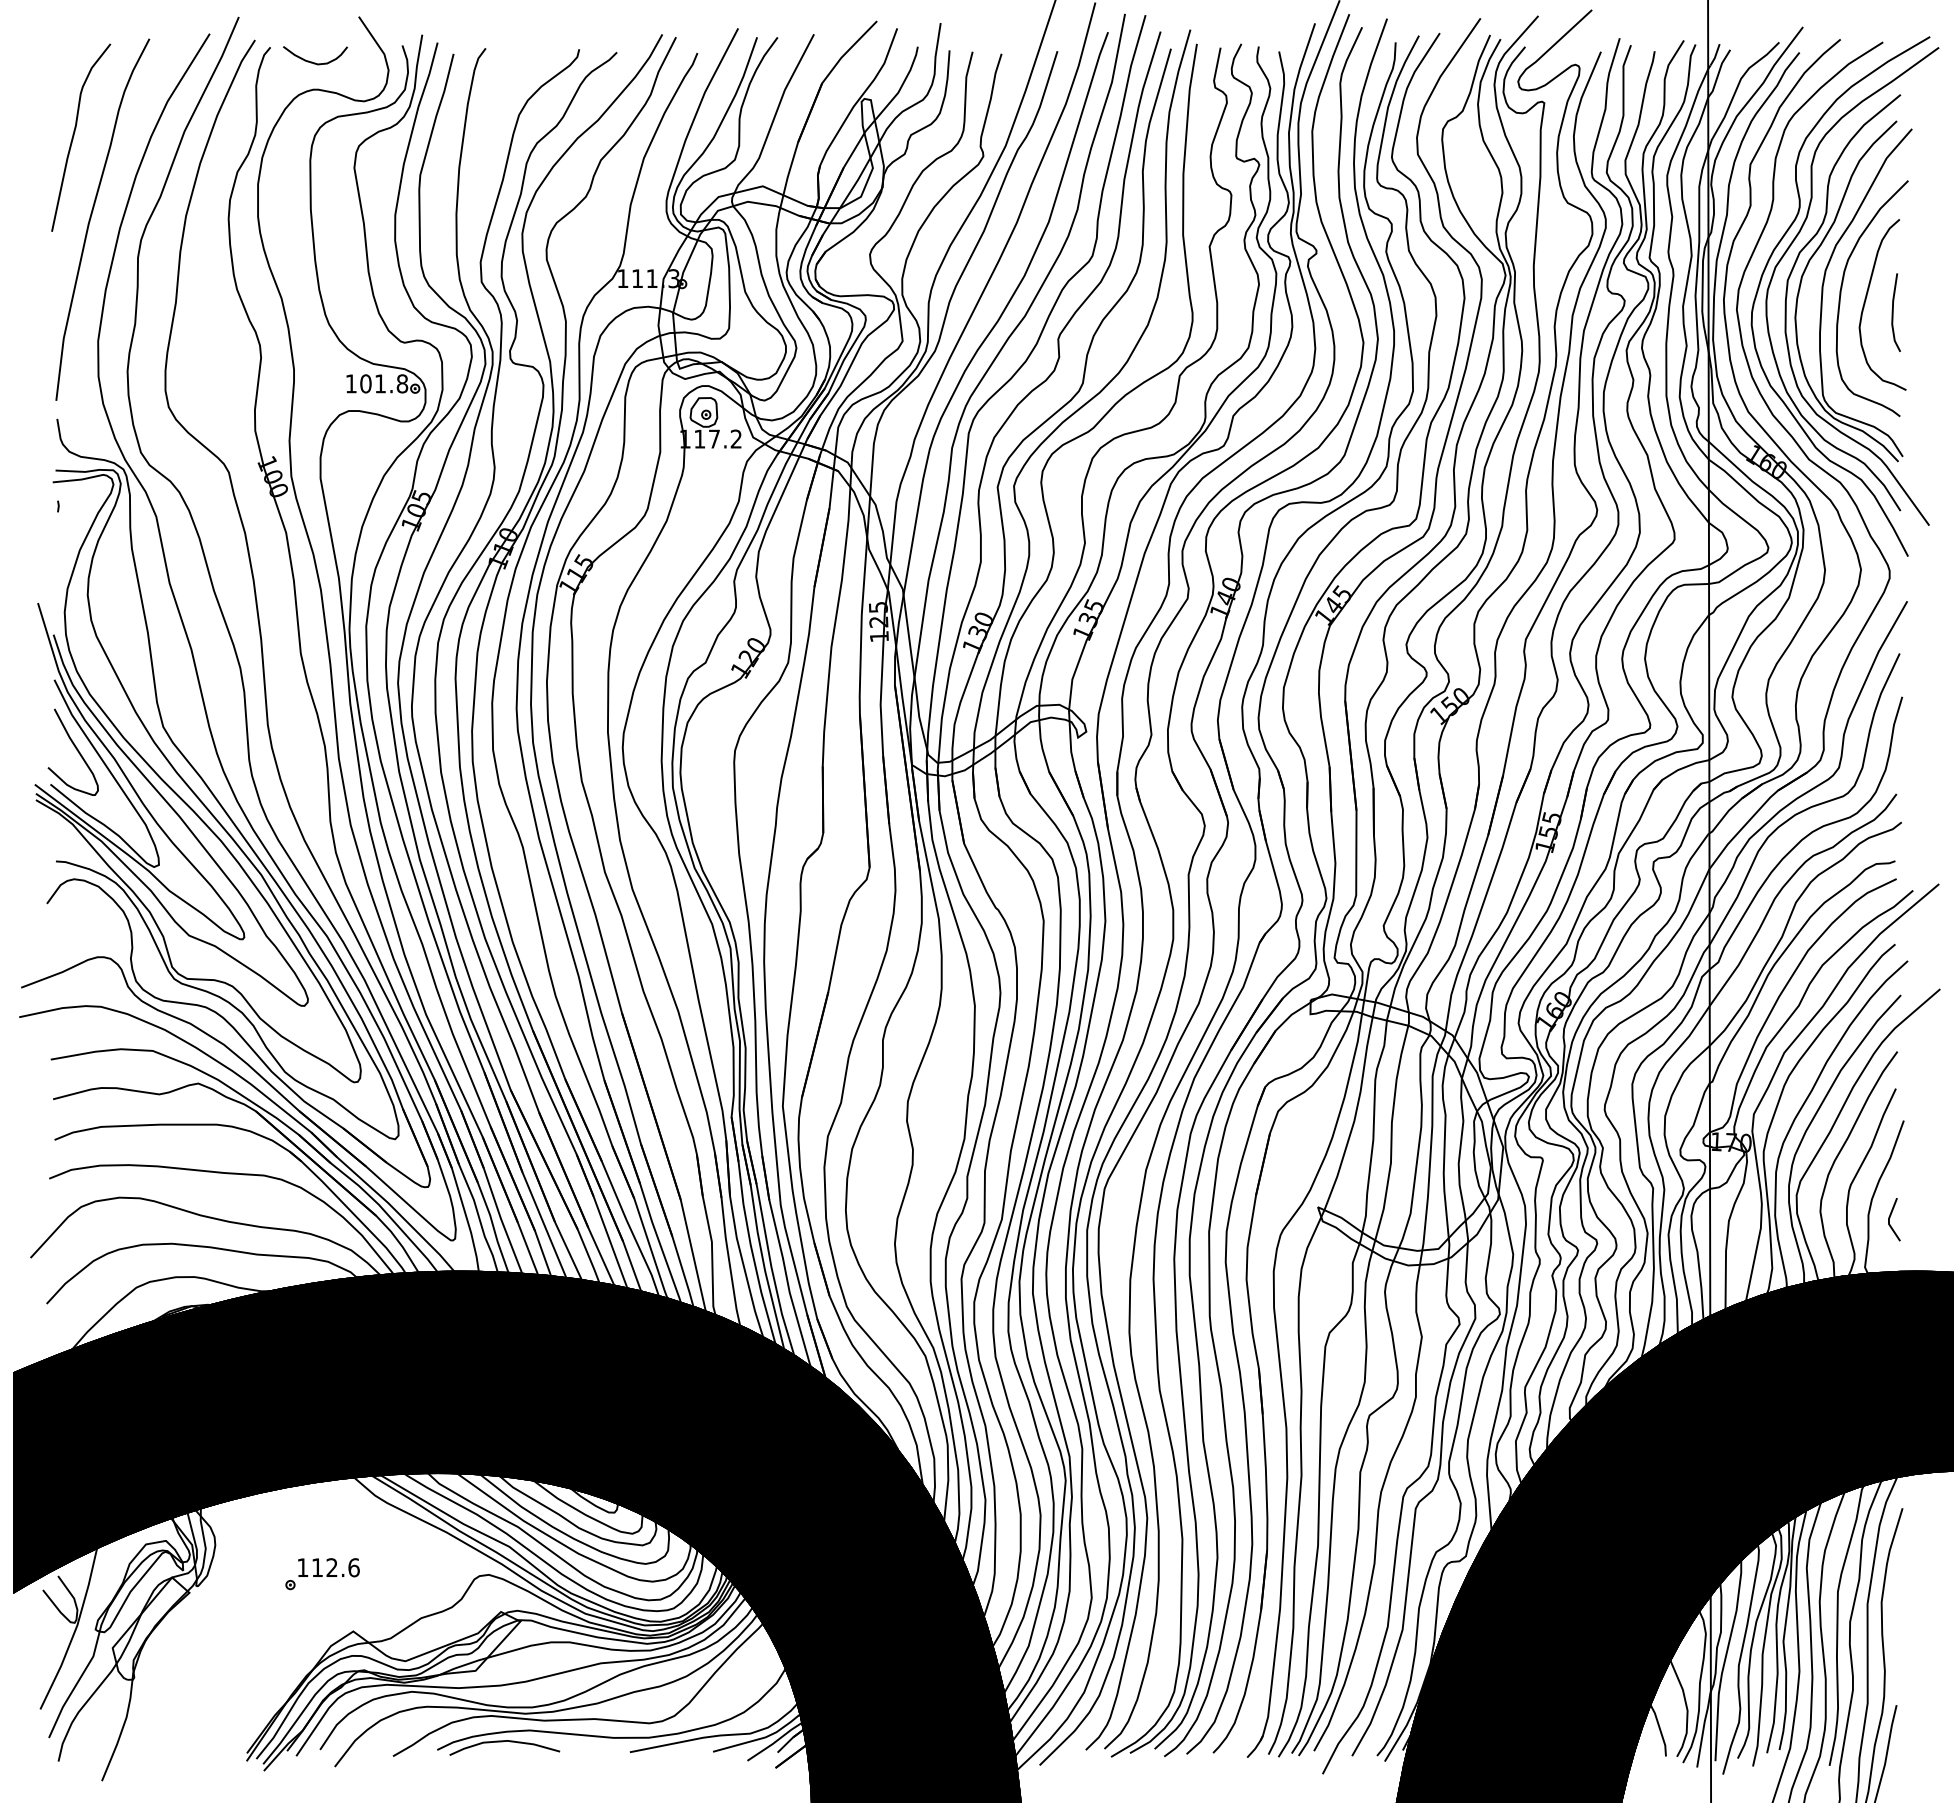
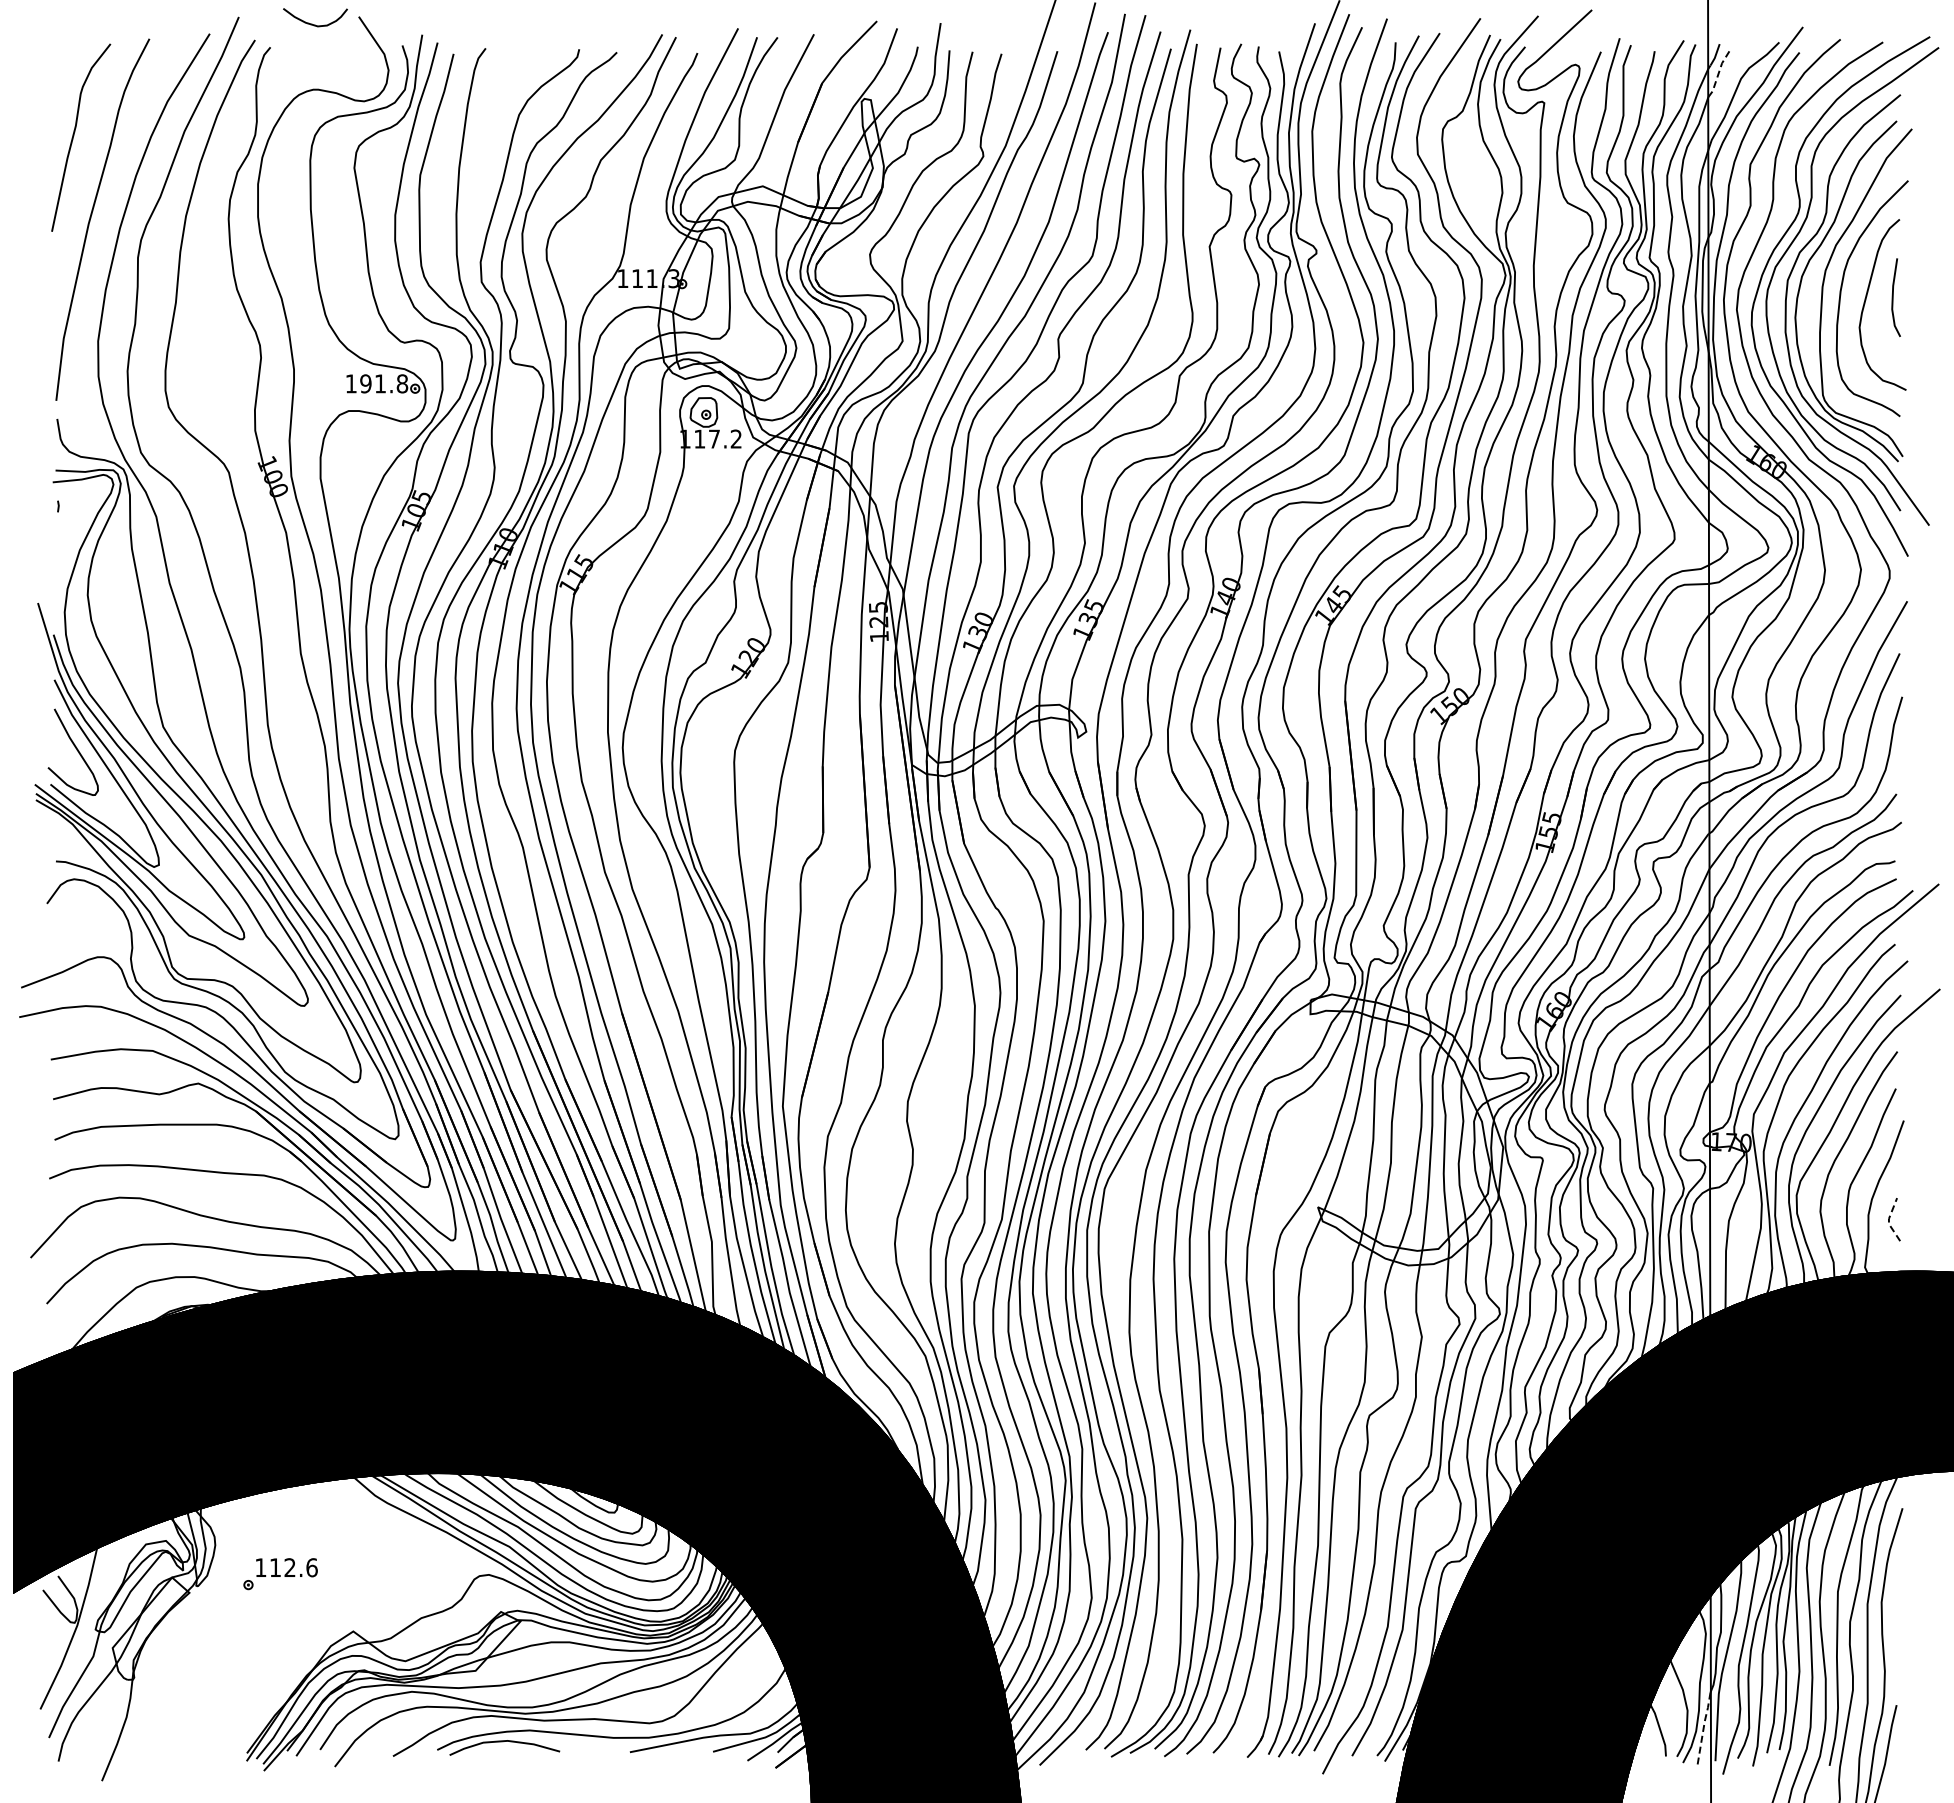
curve at (312, 61) position: (312, 61) -> (312, 23)
line at (1718, 73): solid -> dashed
line at (1893, 312) position: (1893, 312) -> (1893, 297)
text at (365, 383): 101.8 -> 191.8
line at (1888, 1220): solid -> dashed
part at (322, 1574) position: (322, 1574) -> (280, 1574)
line at (1703, 1729): solid -> dashed
